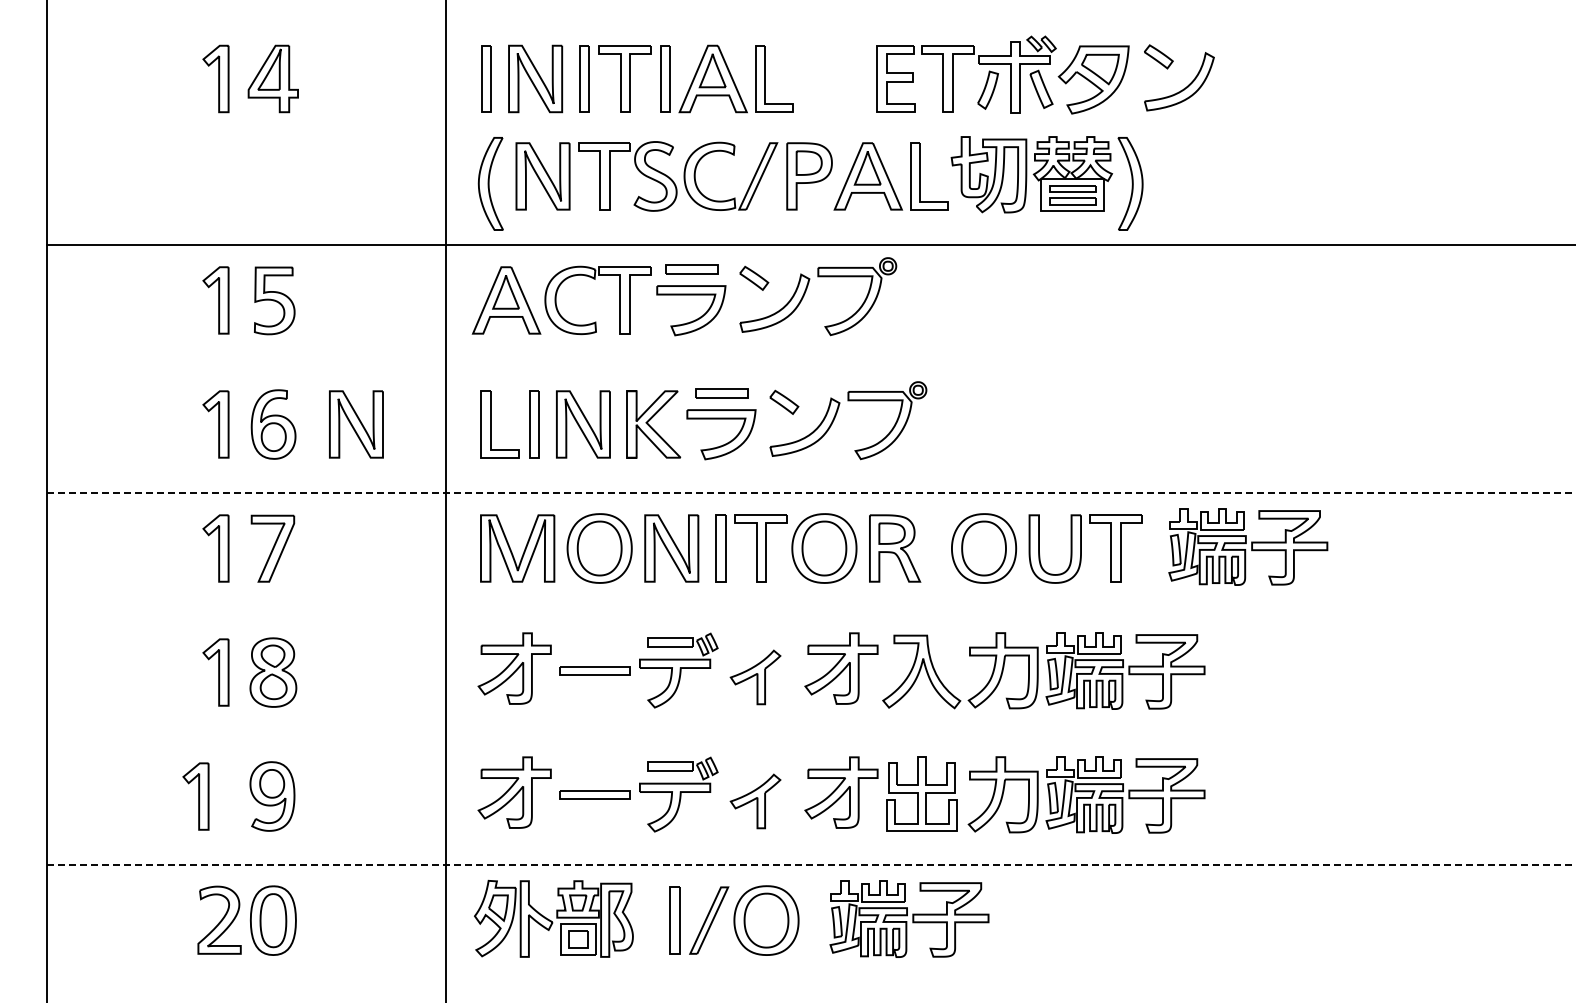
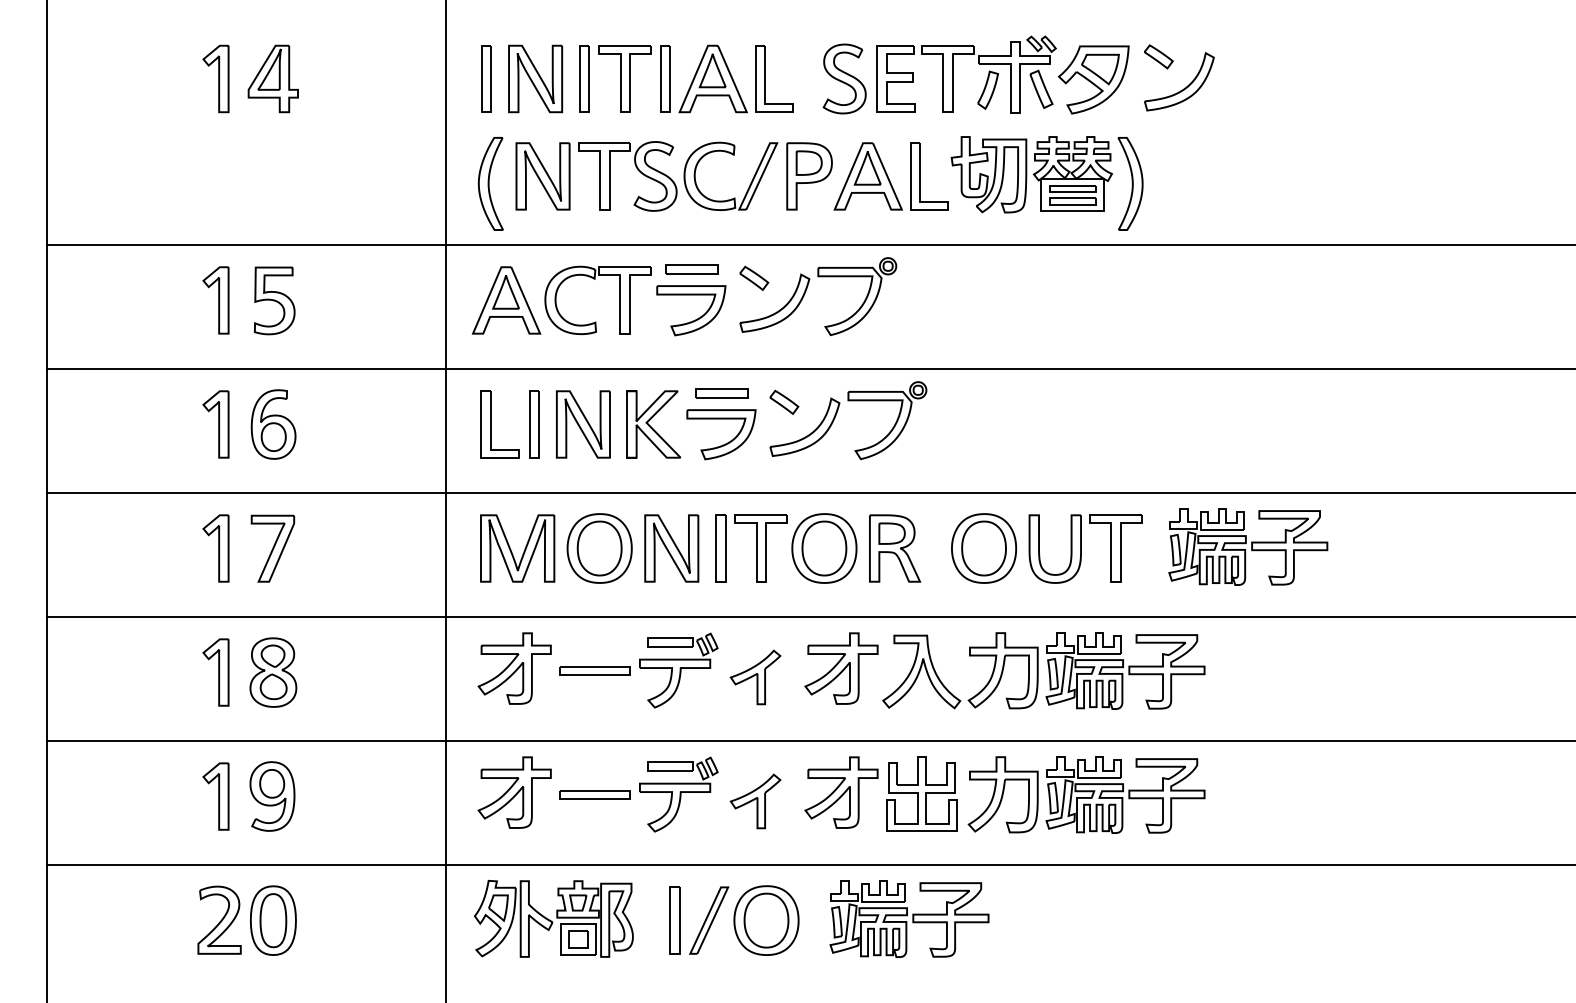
part at (844, 78): none -> present
line at (809, 368): none -> present
part at (356, 424): present -> none
line at (811, 492): dashed -> solid
line at (809, 616): none -> present
line at (809, 740): none -> present
part at (195, 796) position: (195, 796) -> (215, 796)
line at (811, 864): dashed -> solid
